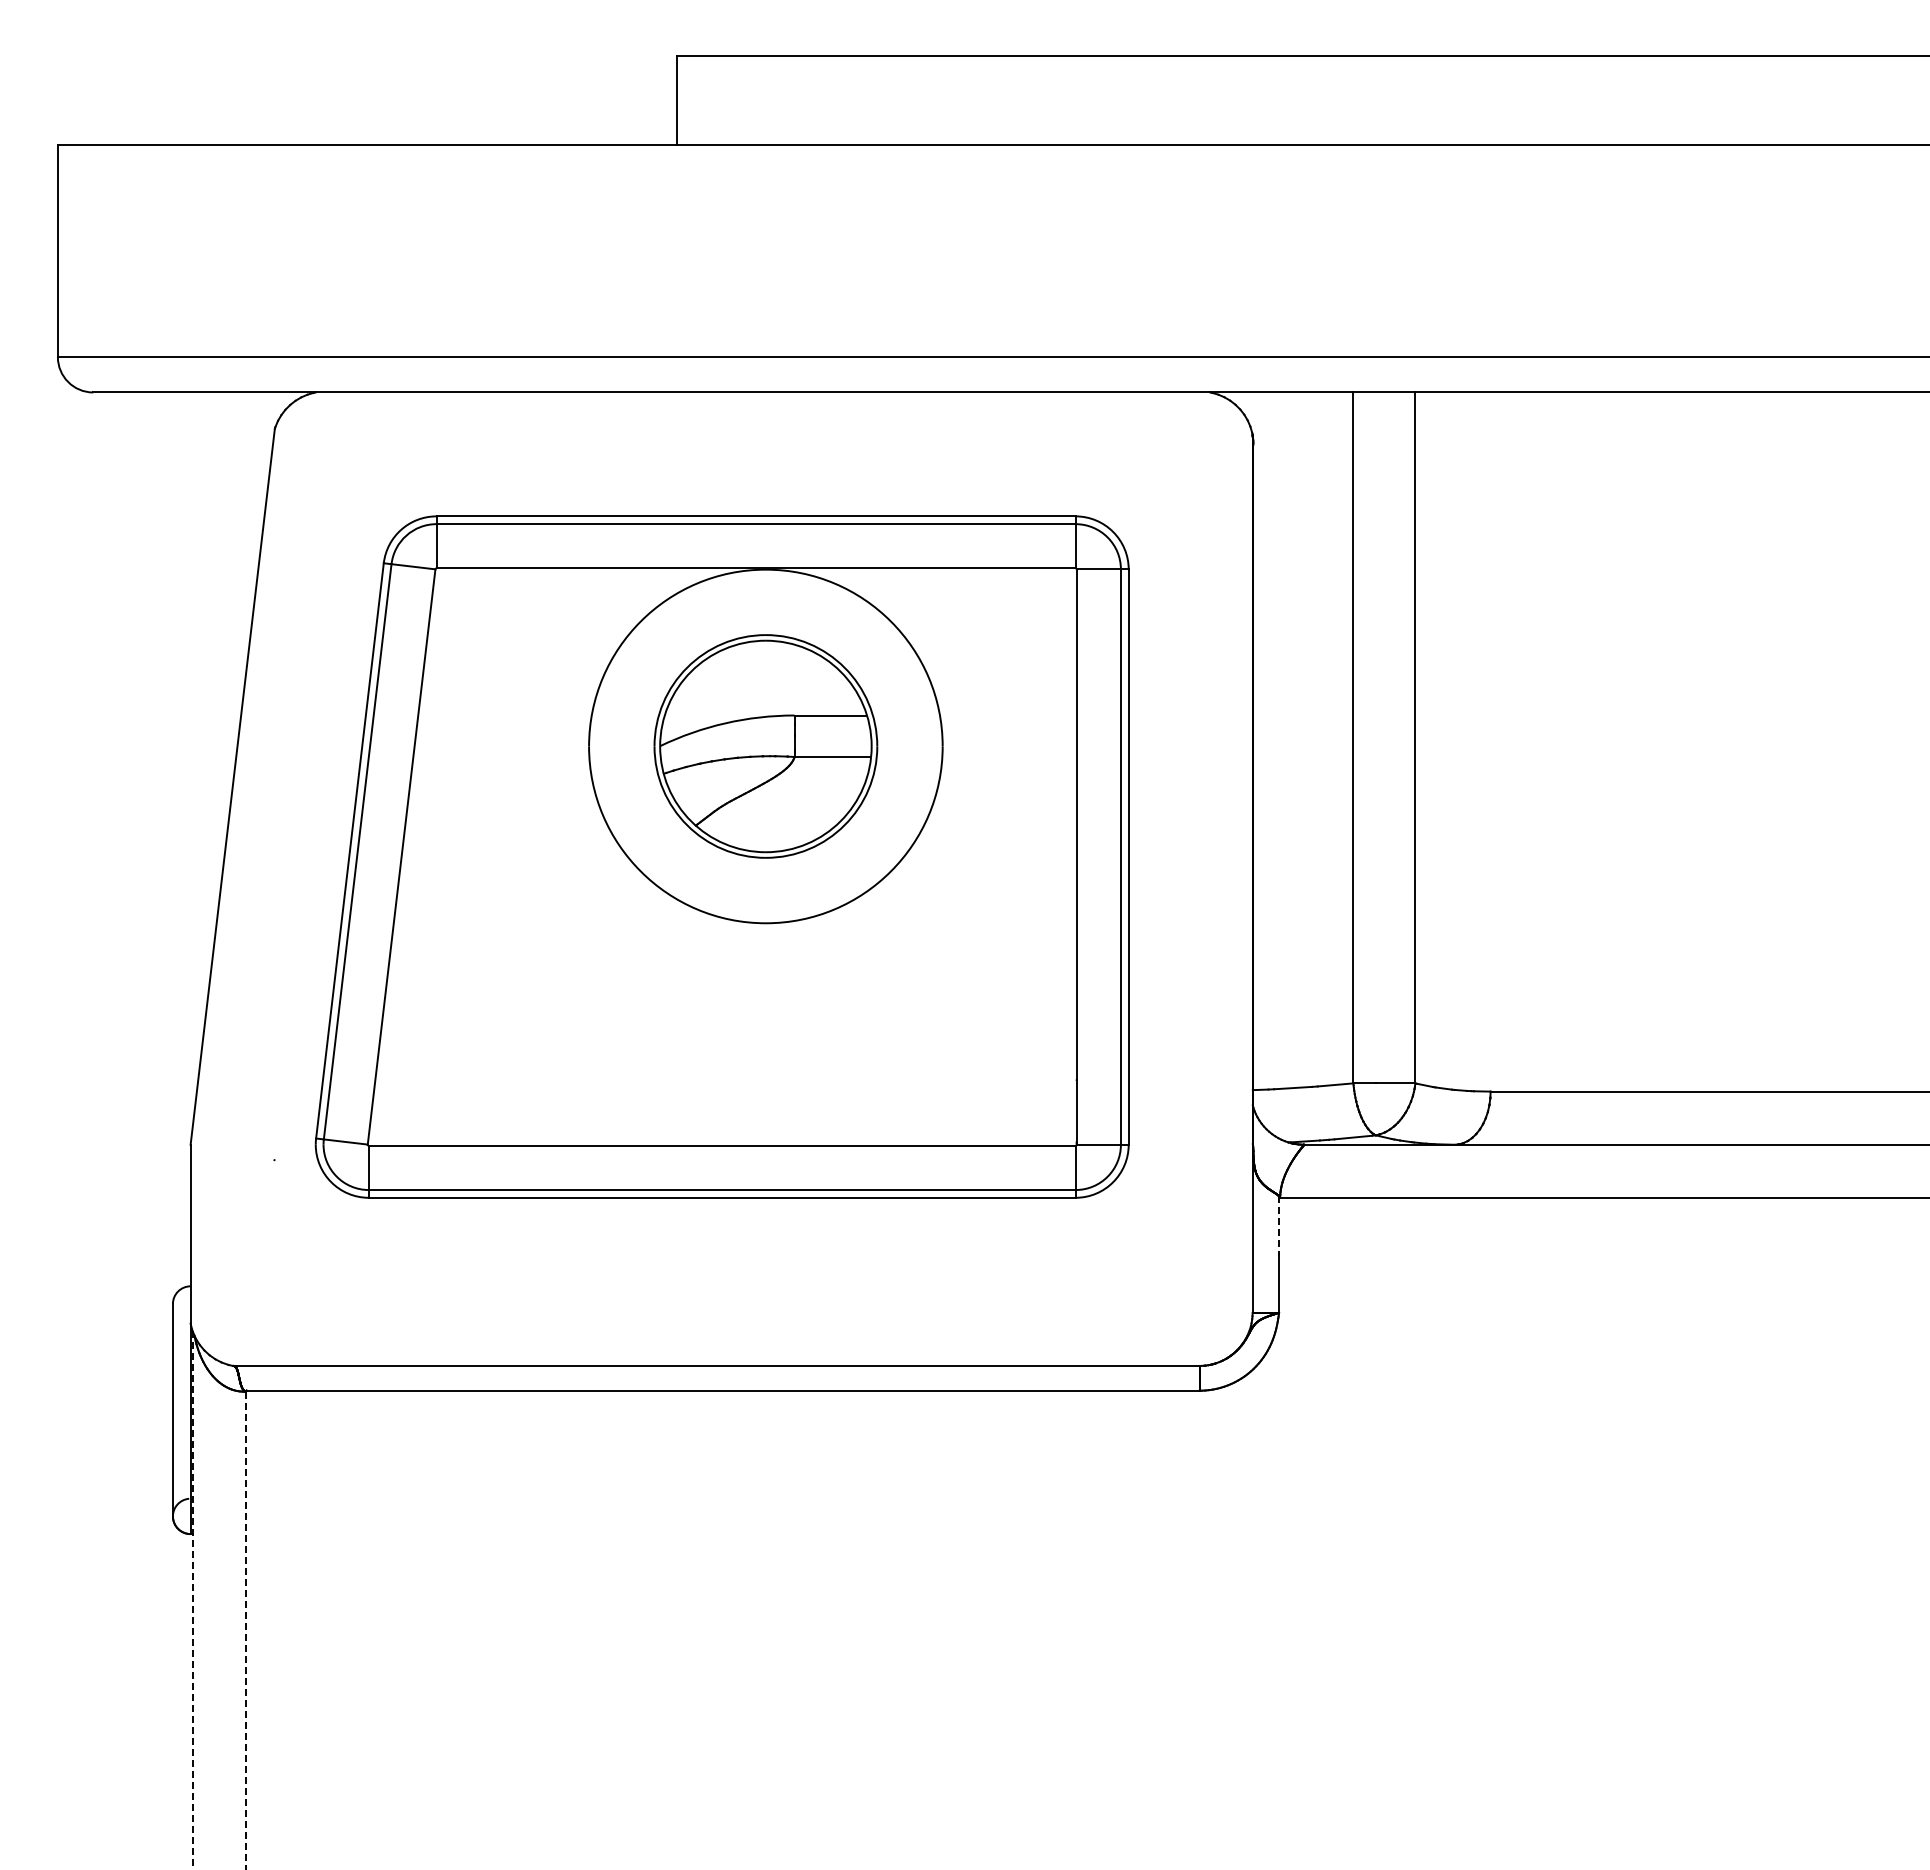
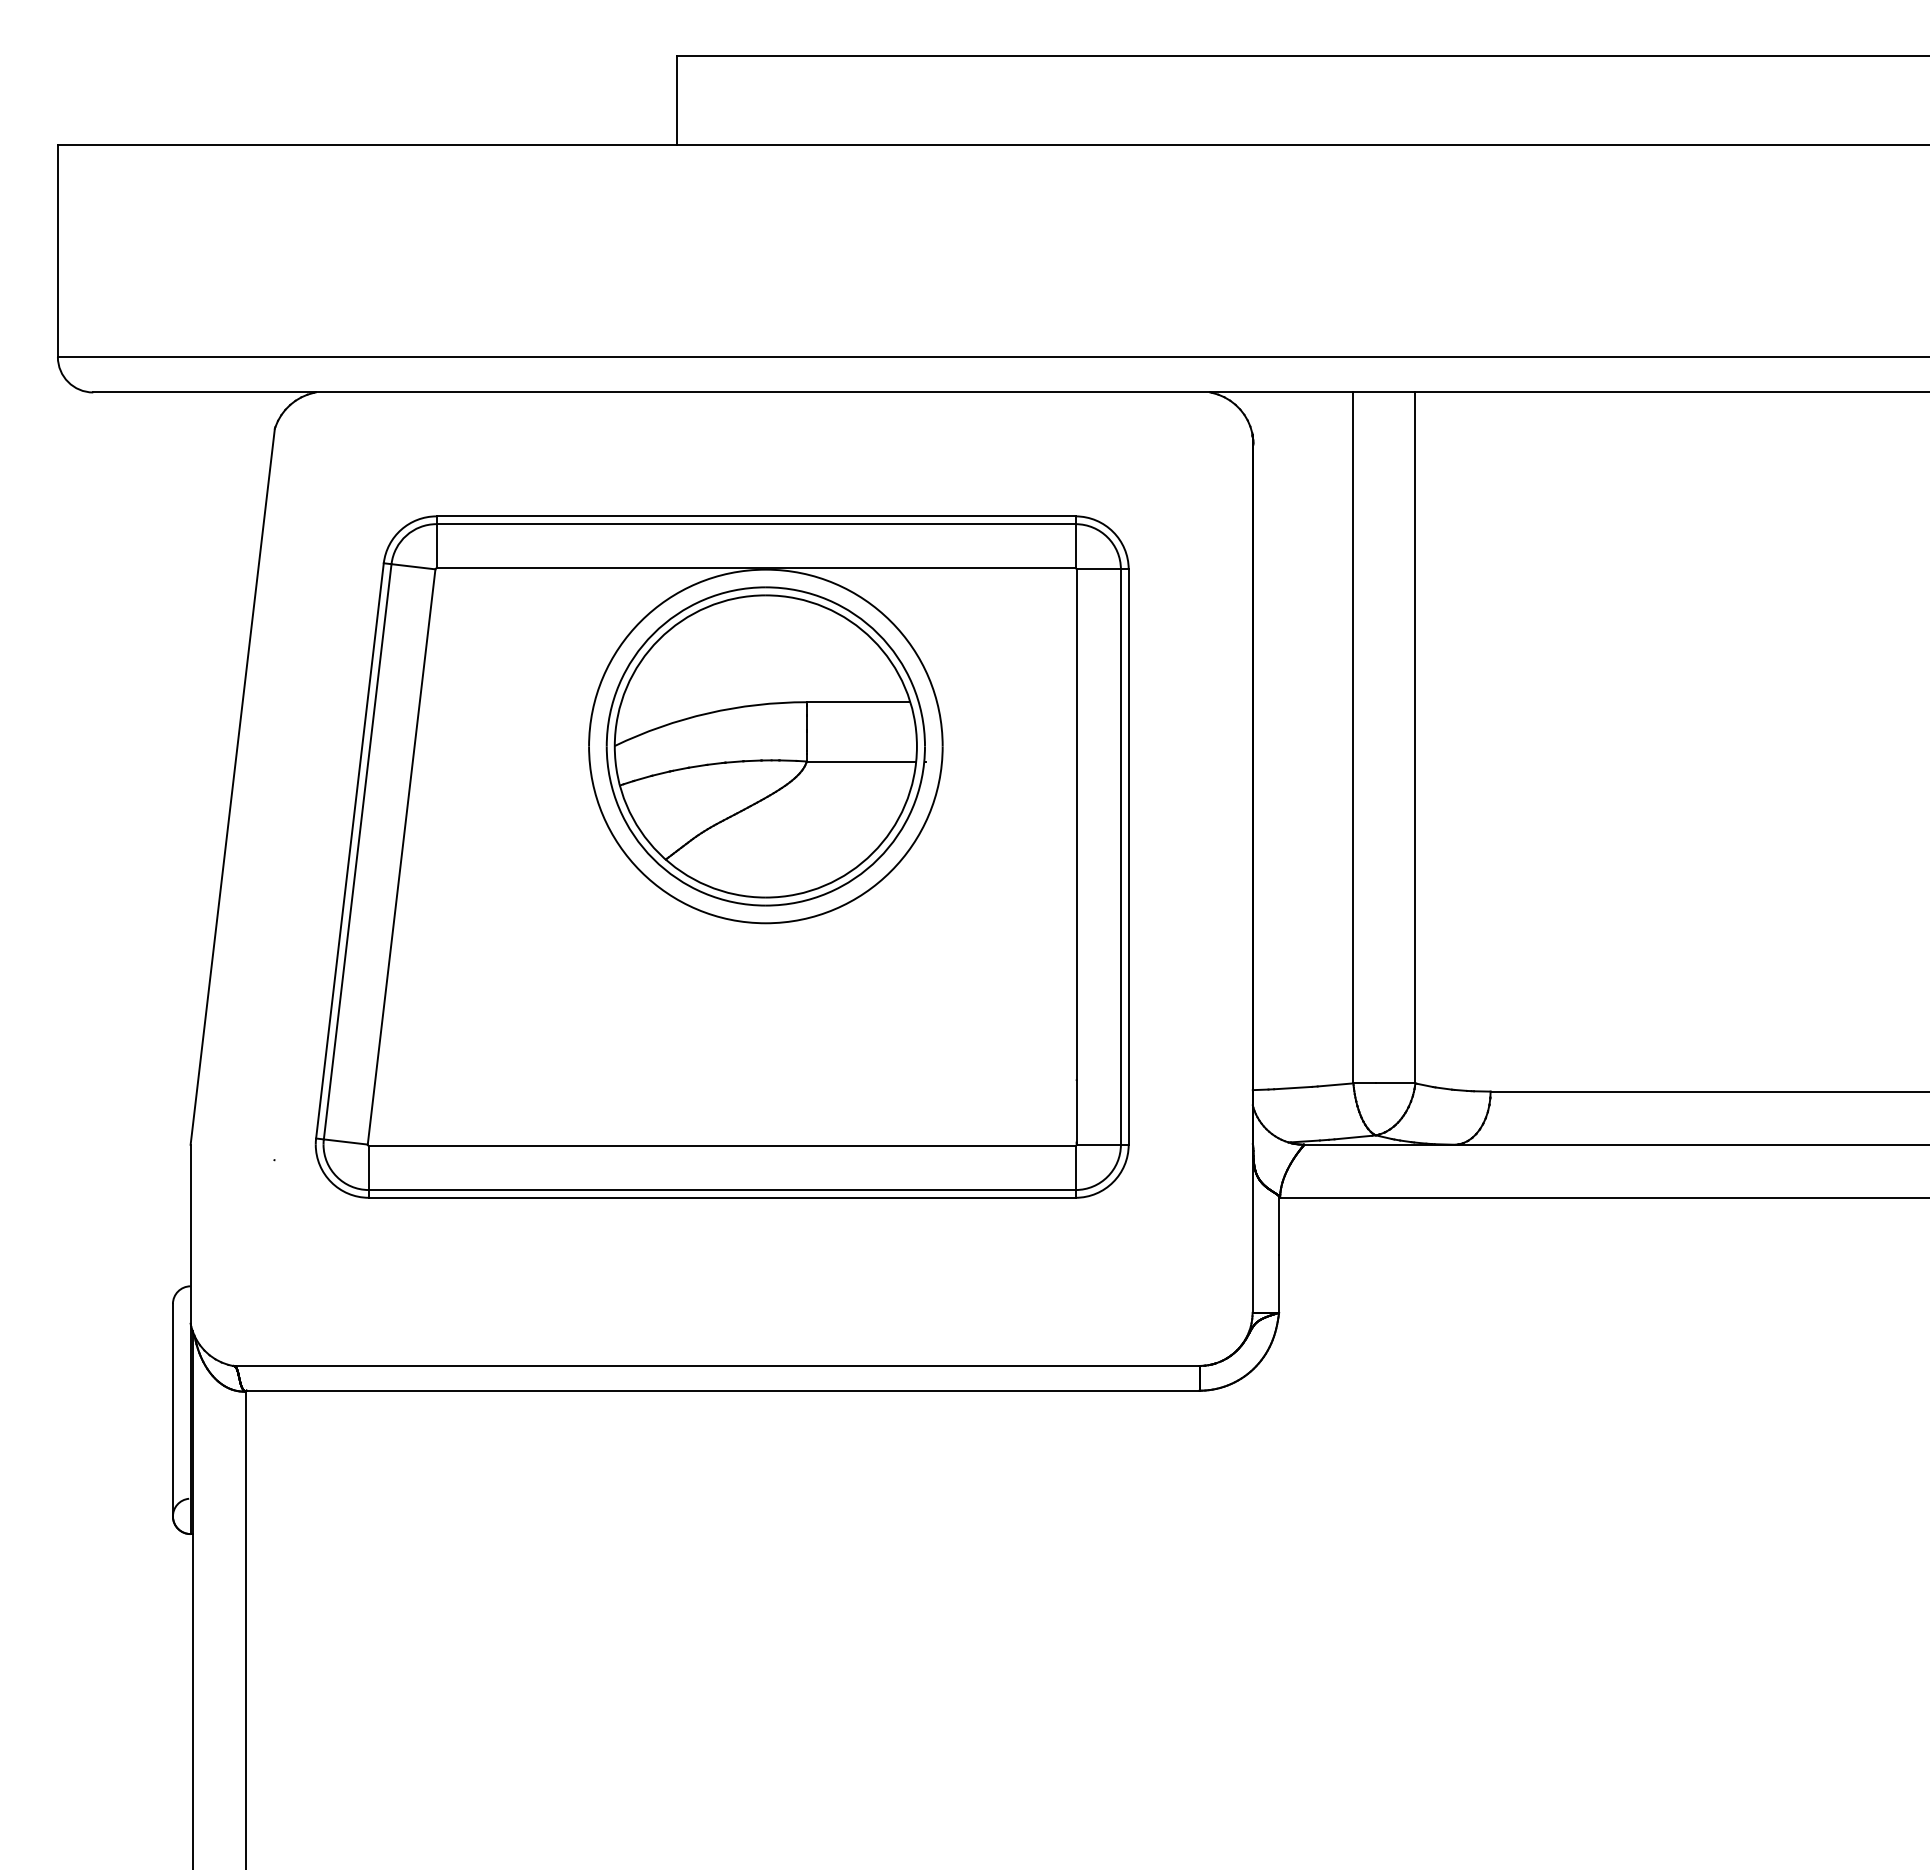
part at (765, 746) size: 226x225 px -> 322x321 px
line at (1279, 1226): dashed -> solid
line at (192, 1600): dashed -> solid
line at (245, 1630): dashed -> solid
